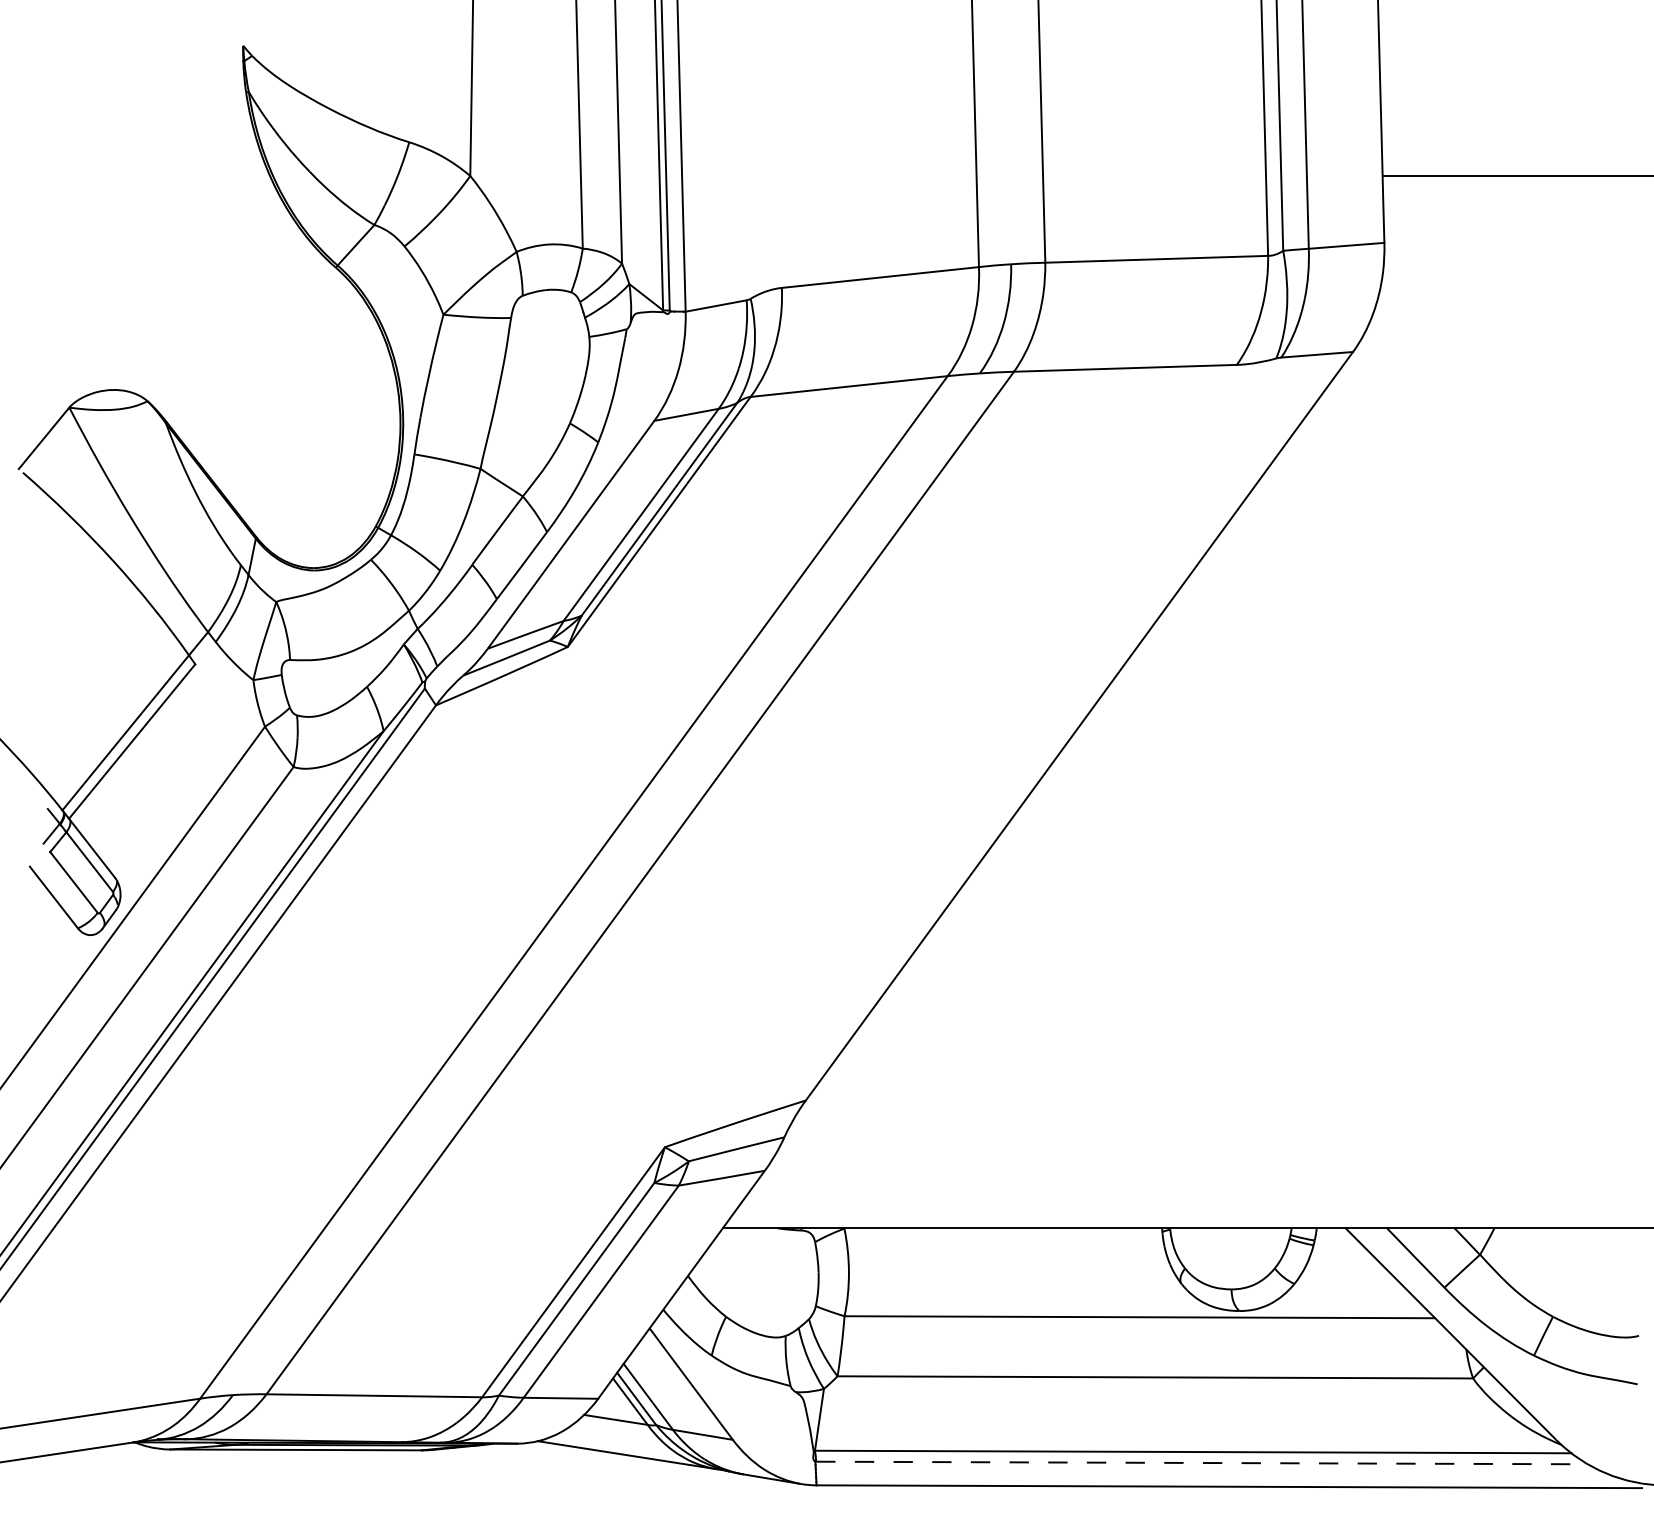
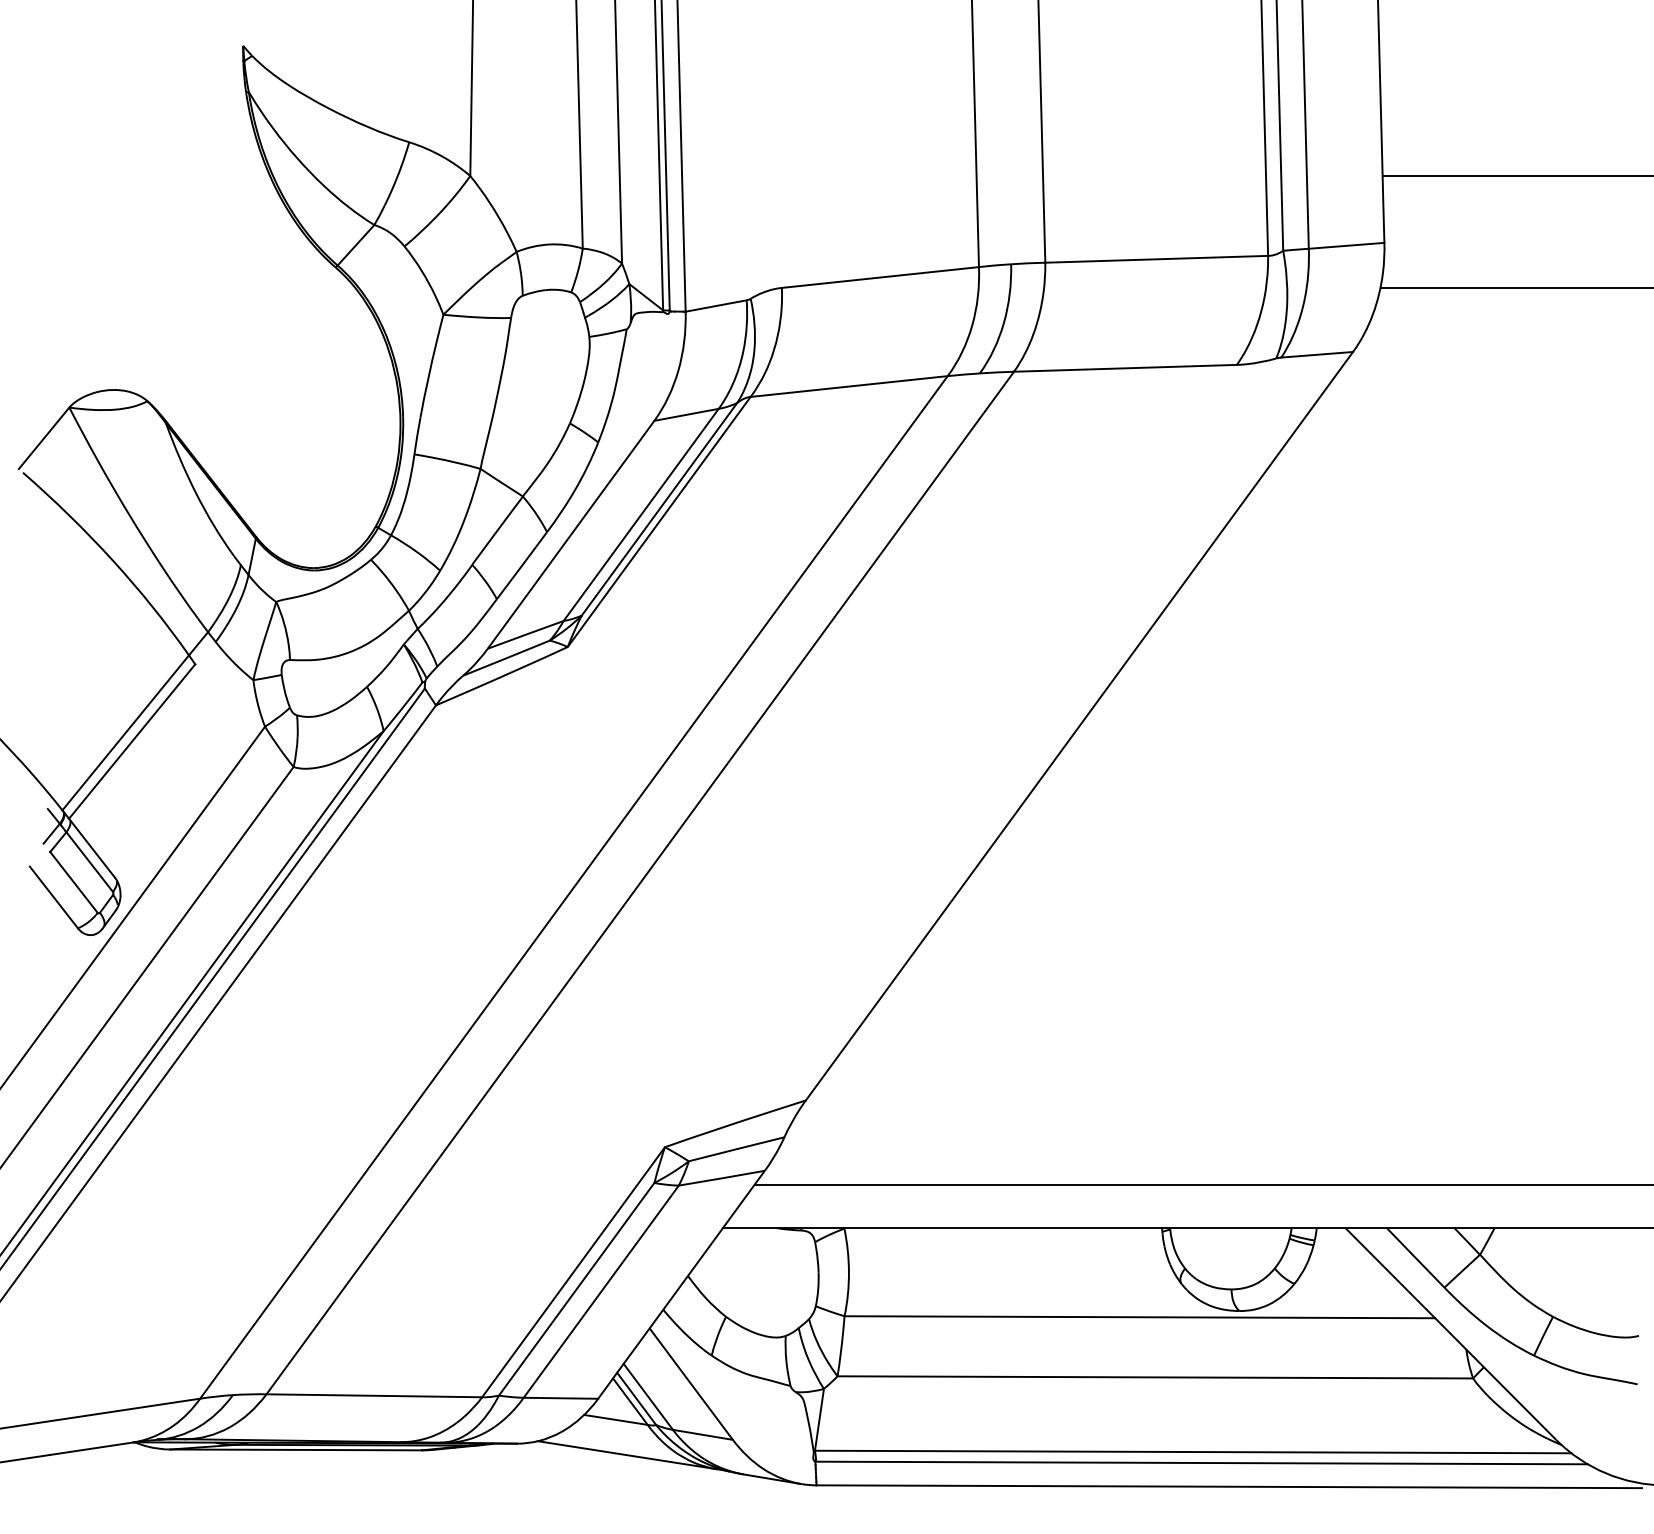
line at (1515, 287): none -> present
line at (1202, 1184): none -> present
line at (1202, 1462): dashed -> solid
